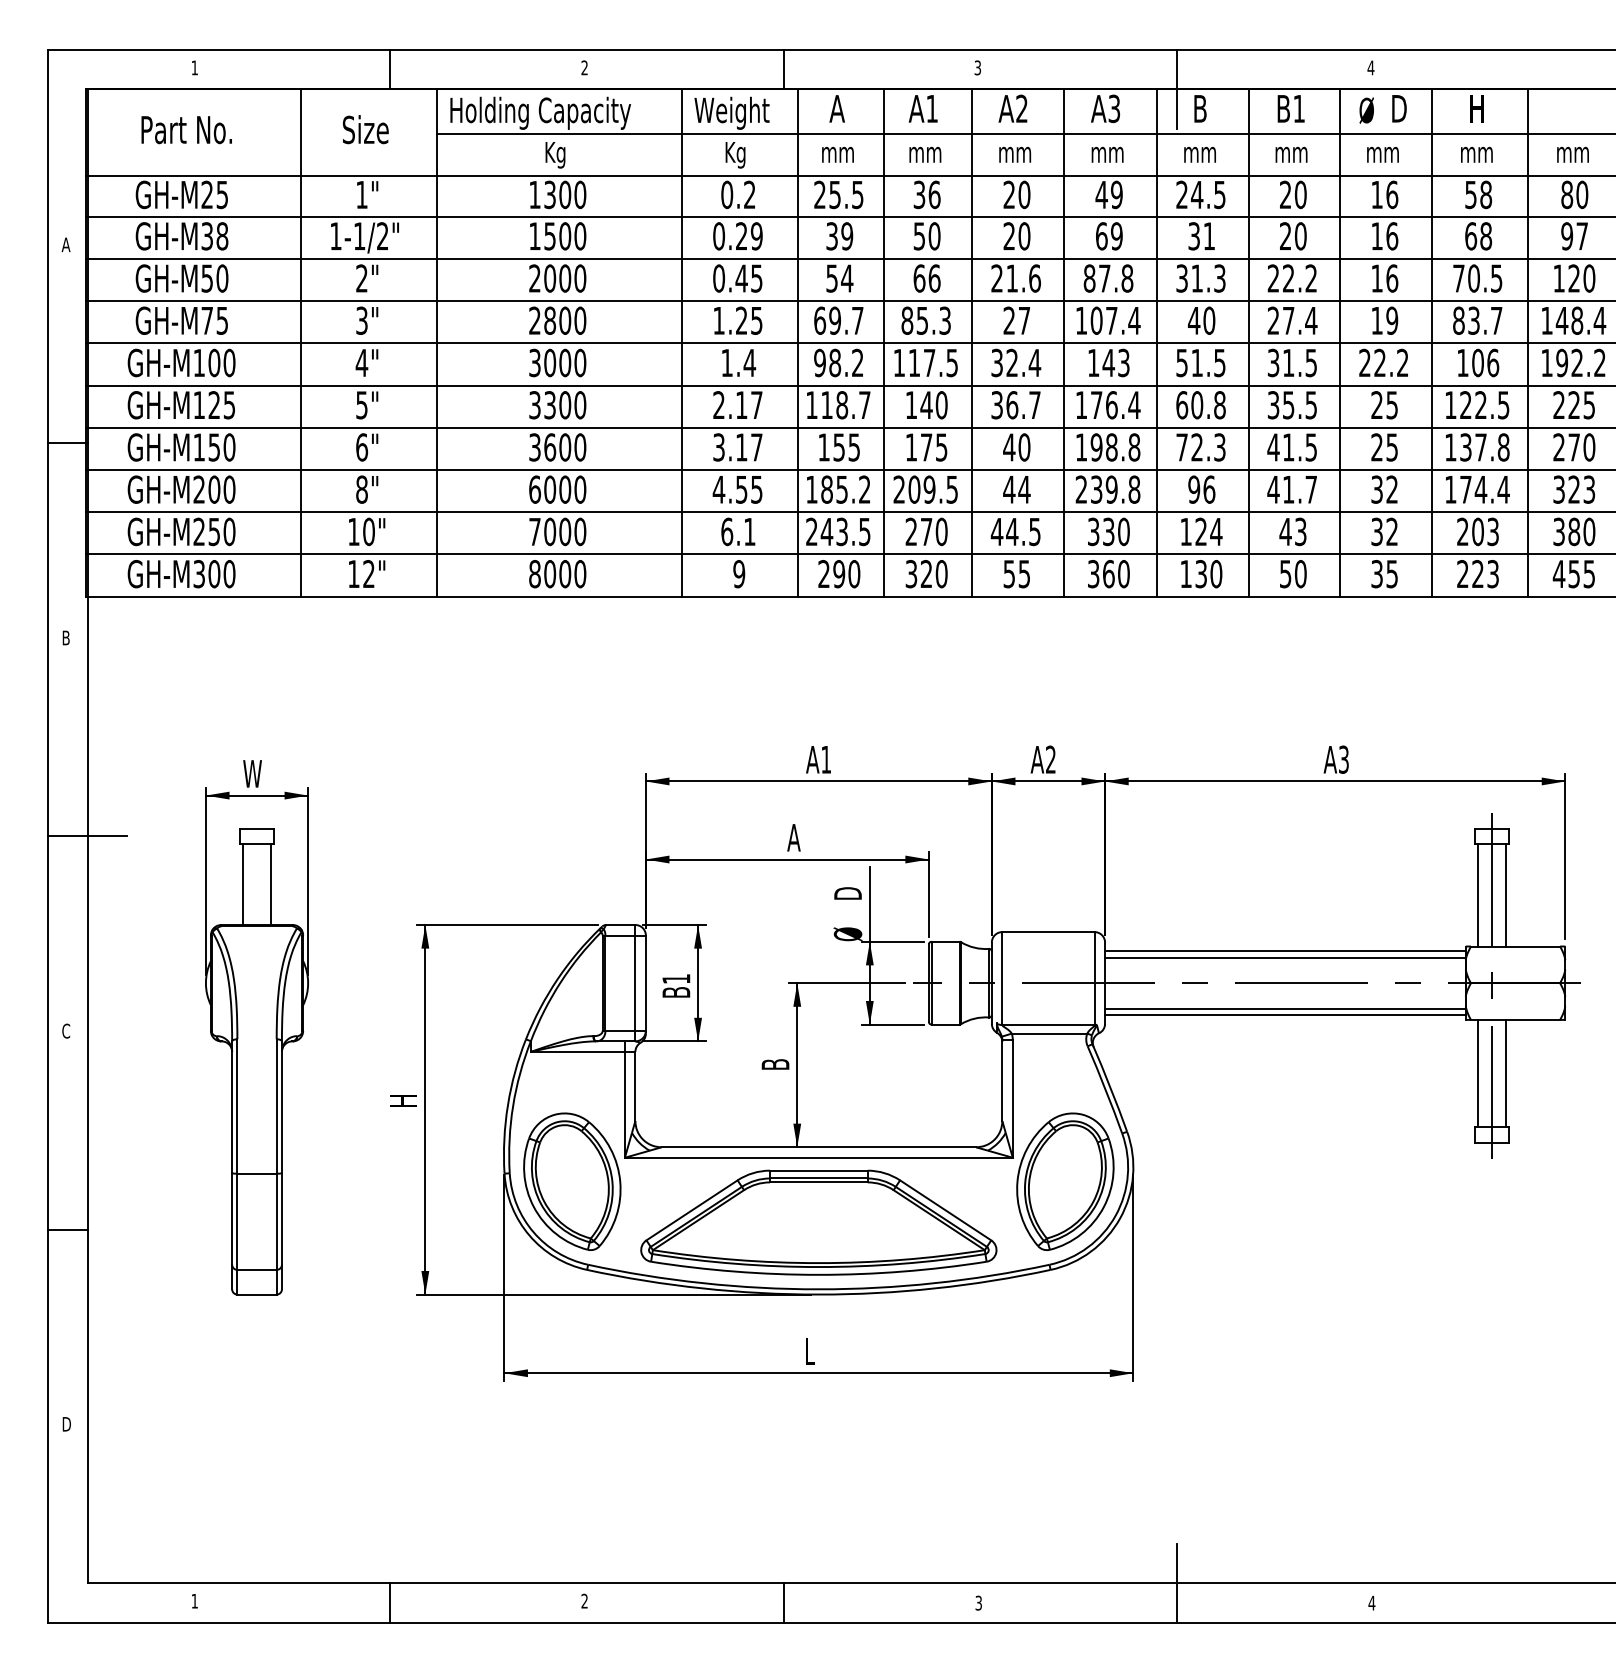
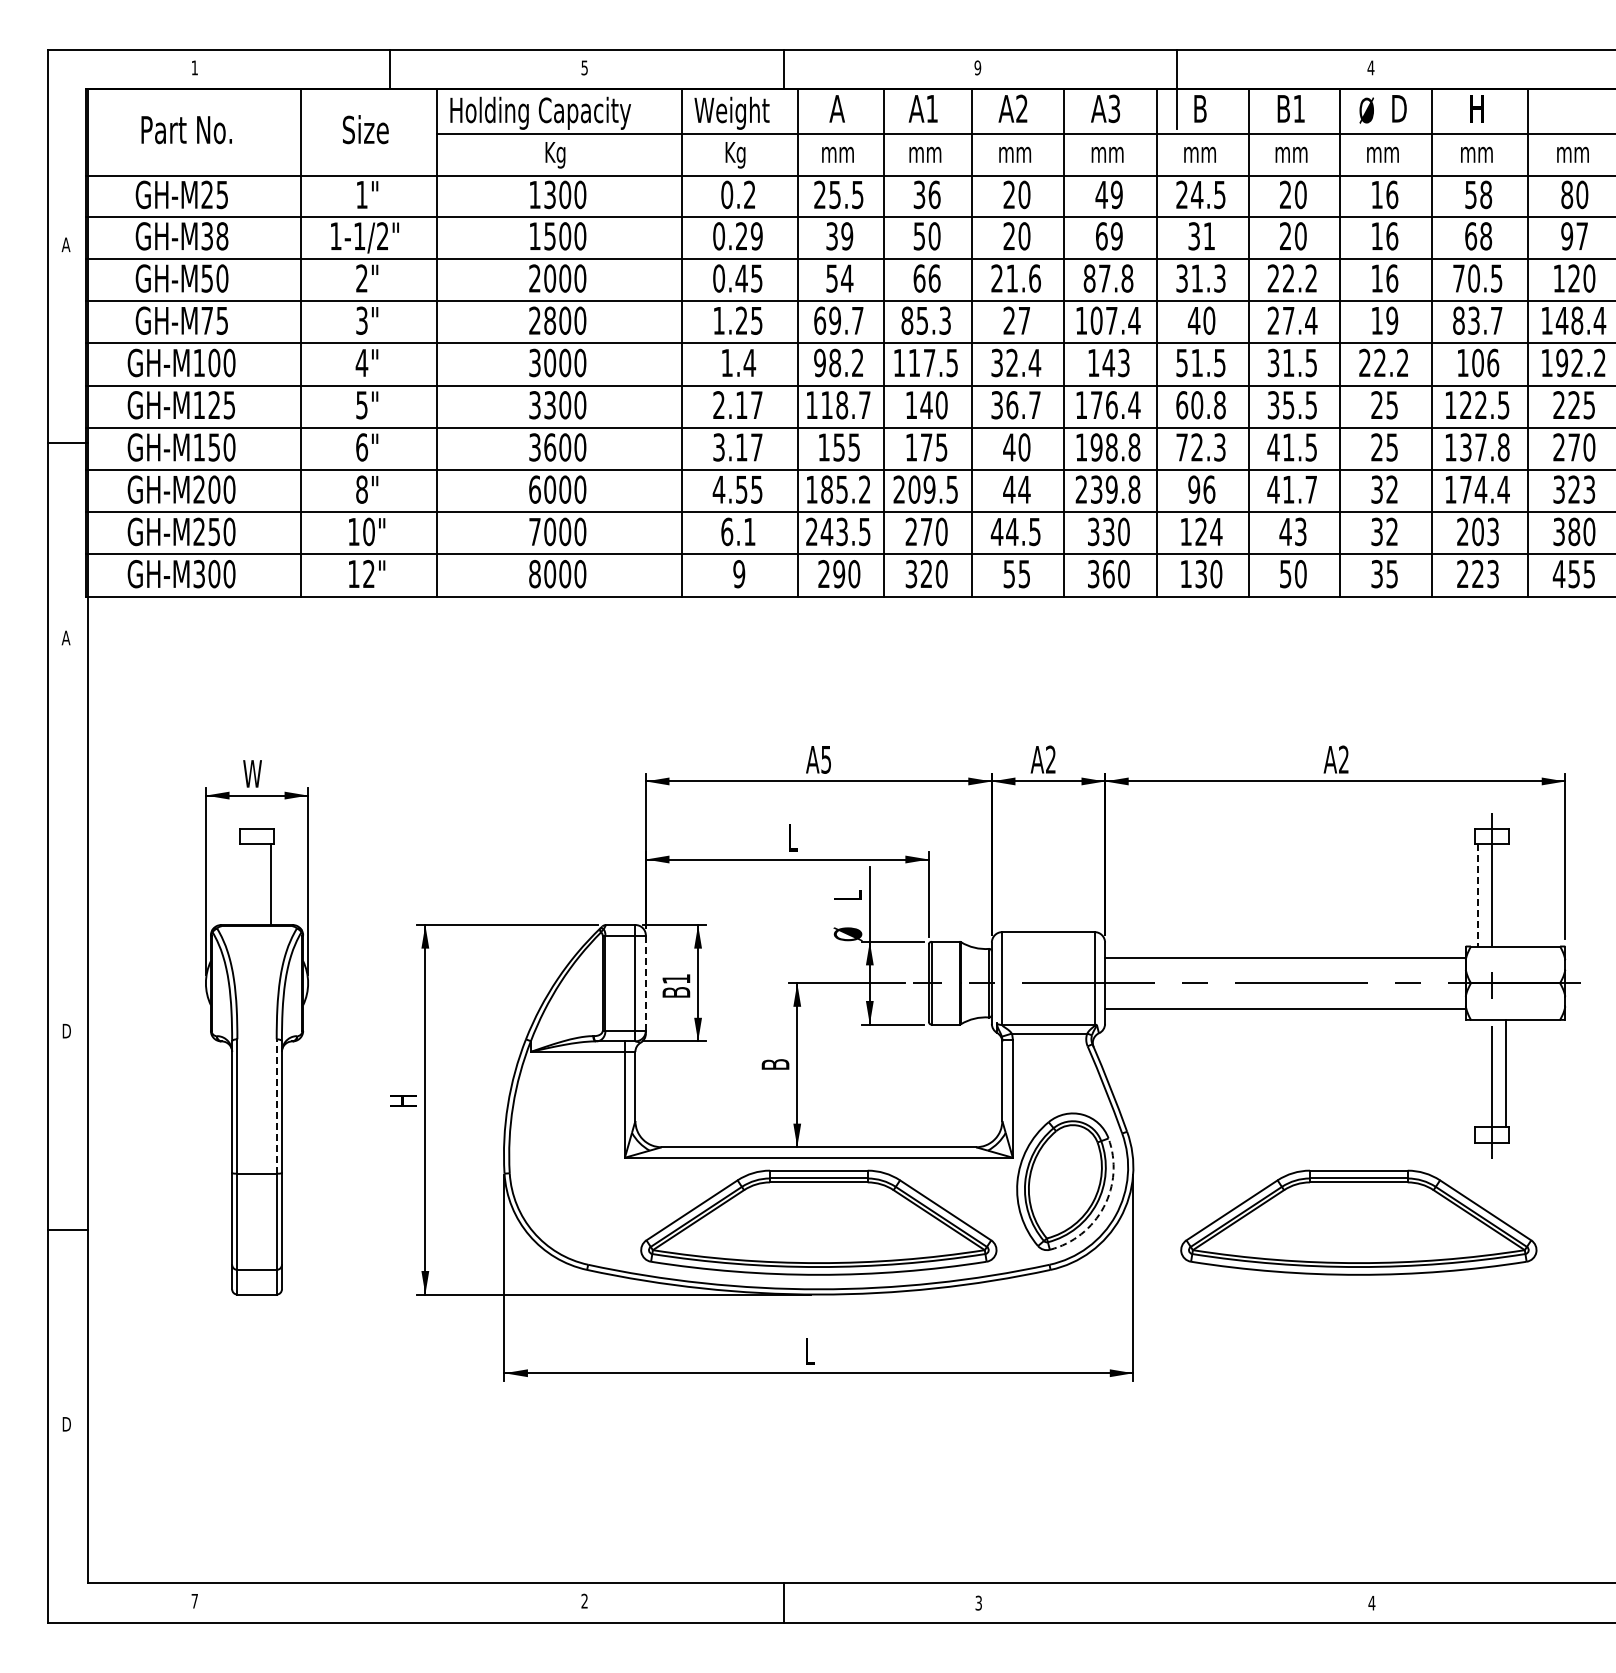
text at (584, 67): 2 -> 5
text at (977, 67): 3 -> 9
text at (65, 637): B -> A
text at (825, 759): A1 -> A5
text at (1343, 759): A3 -> A2
line at (87, 836): present -> none
text at (793, 837): A -> L
line at (243, 884): present -> none
text at (847, 893): D -> L
line at (1478, 895): solid -> dashed
line at (1505, 895): present -> none
line at (1285, 951): present -> none
line at (645, 983): solid -> dashed
line at (1285, 1015): present -> none
text at (66, 1030): C -> D
line at (1478, 1073): present -> none
line at (276, 1105): solid -> dashed
part at (572, 1181): present -> none
arc at (1103, 1207): solid -> dashed
part at (1358, 1222): none -> present
line at (1176, 1583): present -> none
text at (194, 1601): 1 -> 7
line at (390, 1602): present -> none
